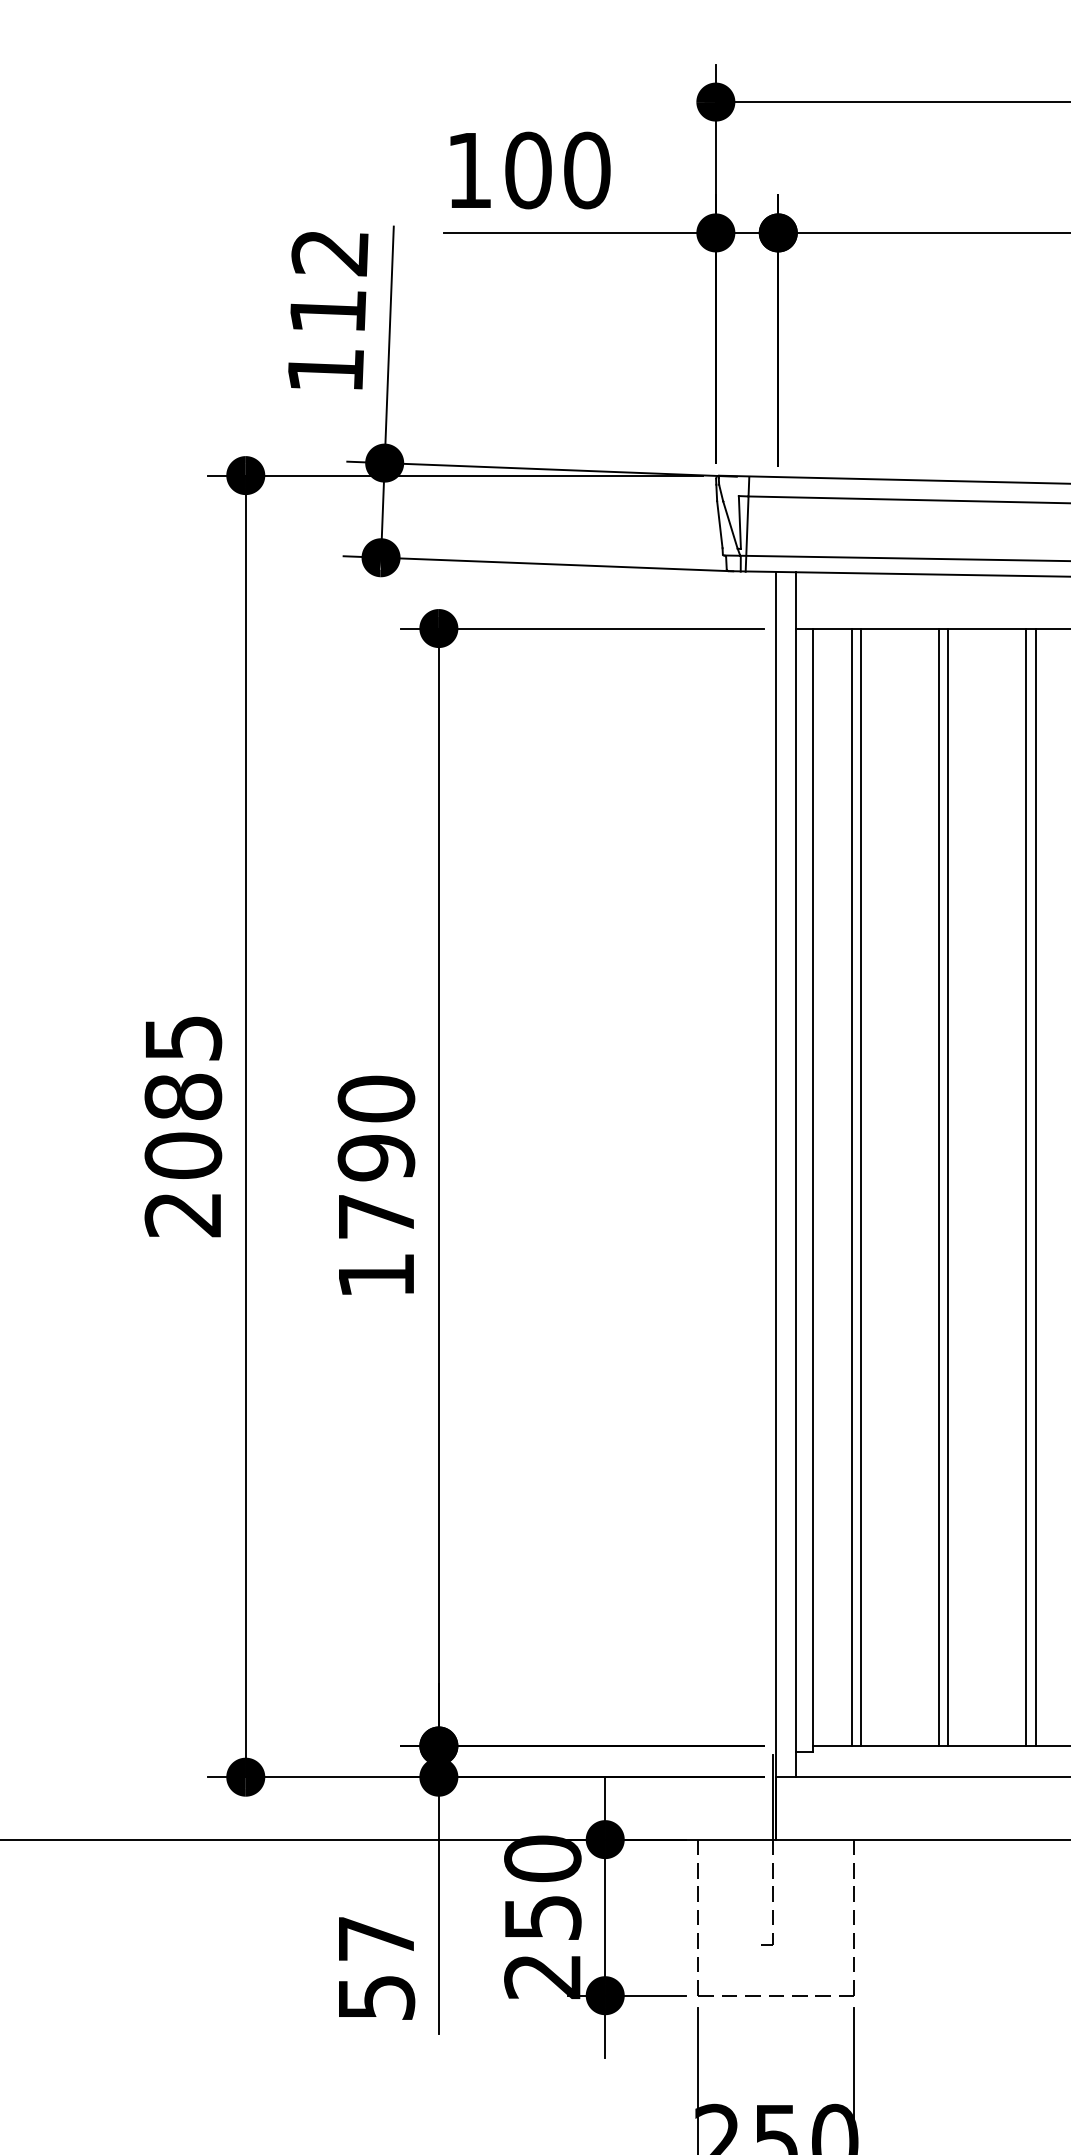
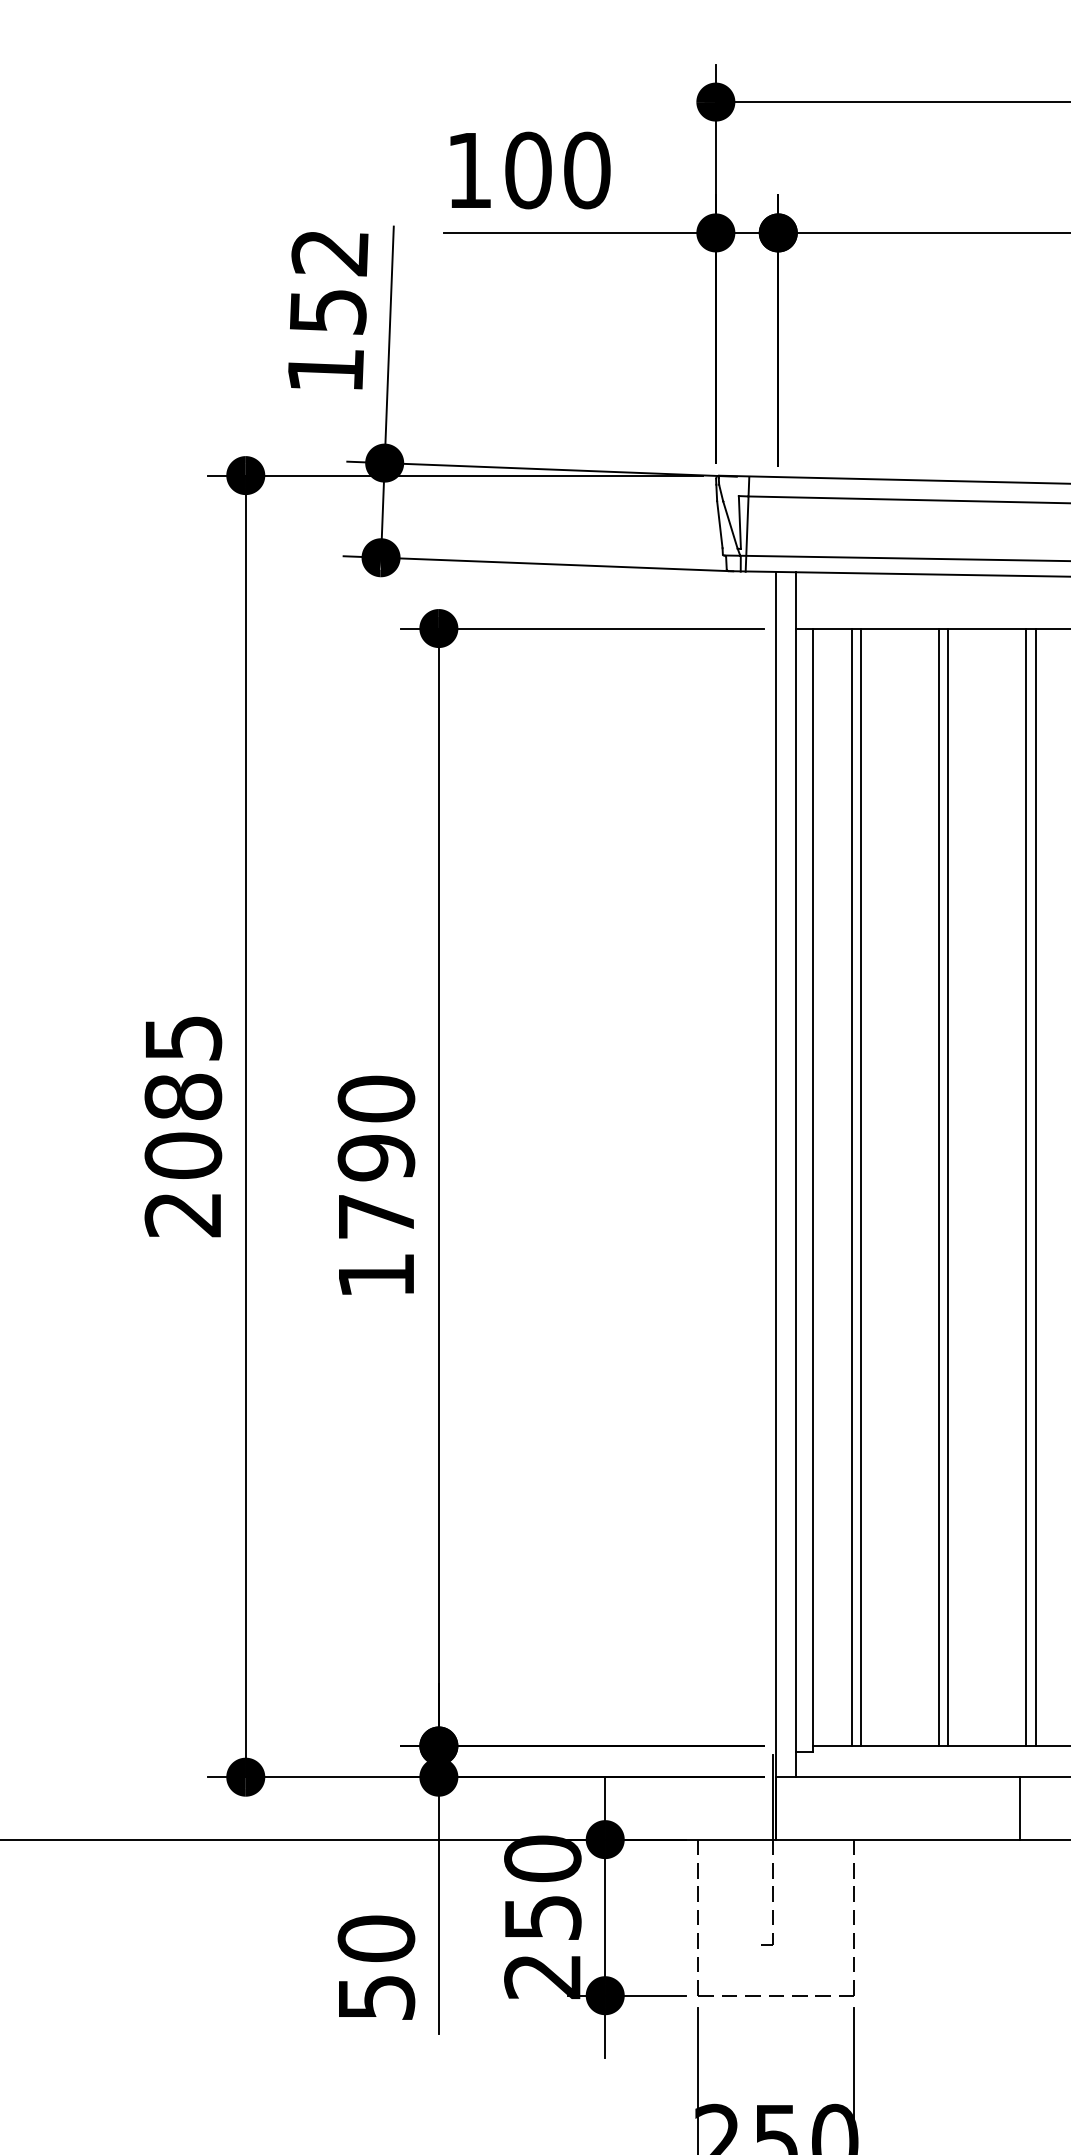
text at (328, 312): 112 -> 152
line at (1019, 1808): none -> present
text at (376, 1938): 57 -> 50
